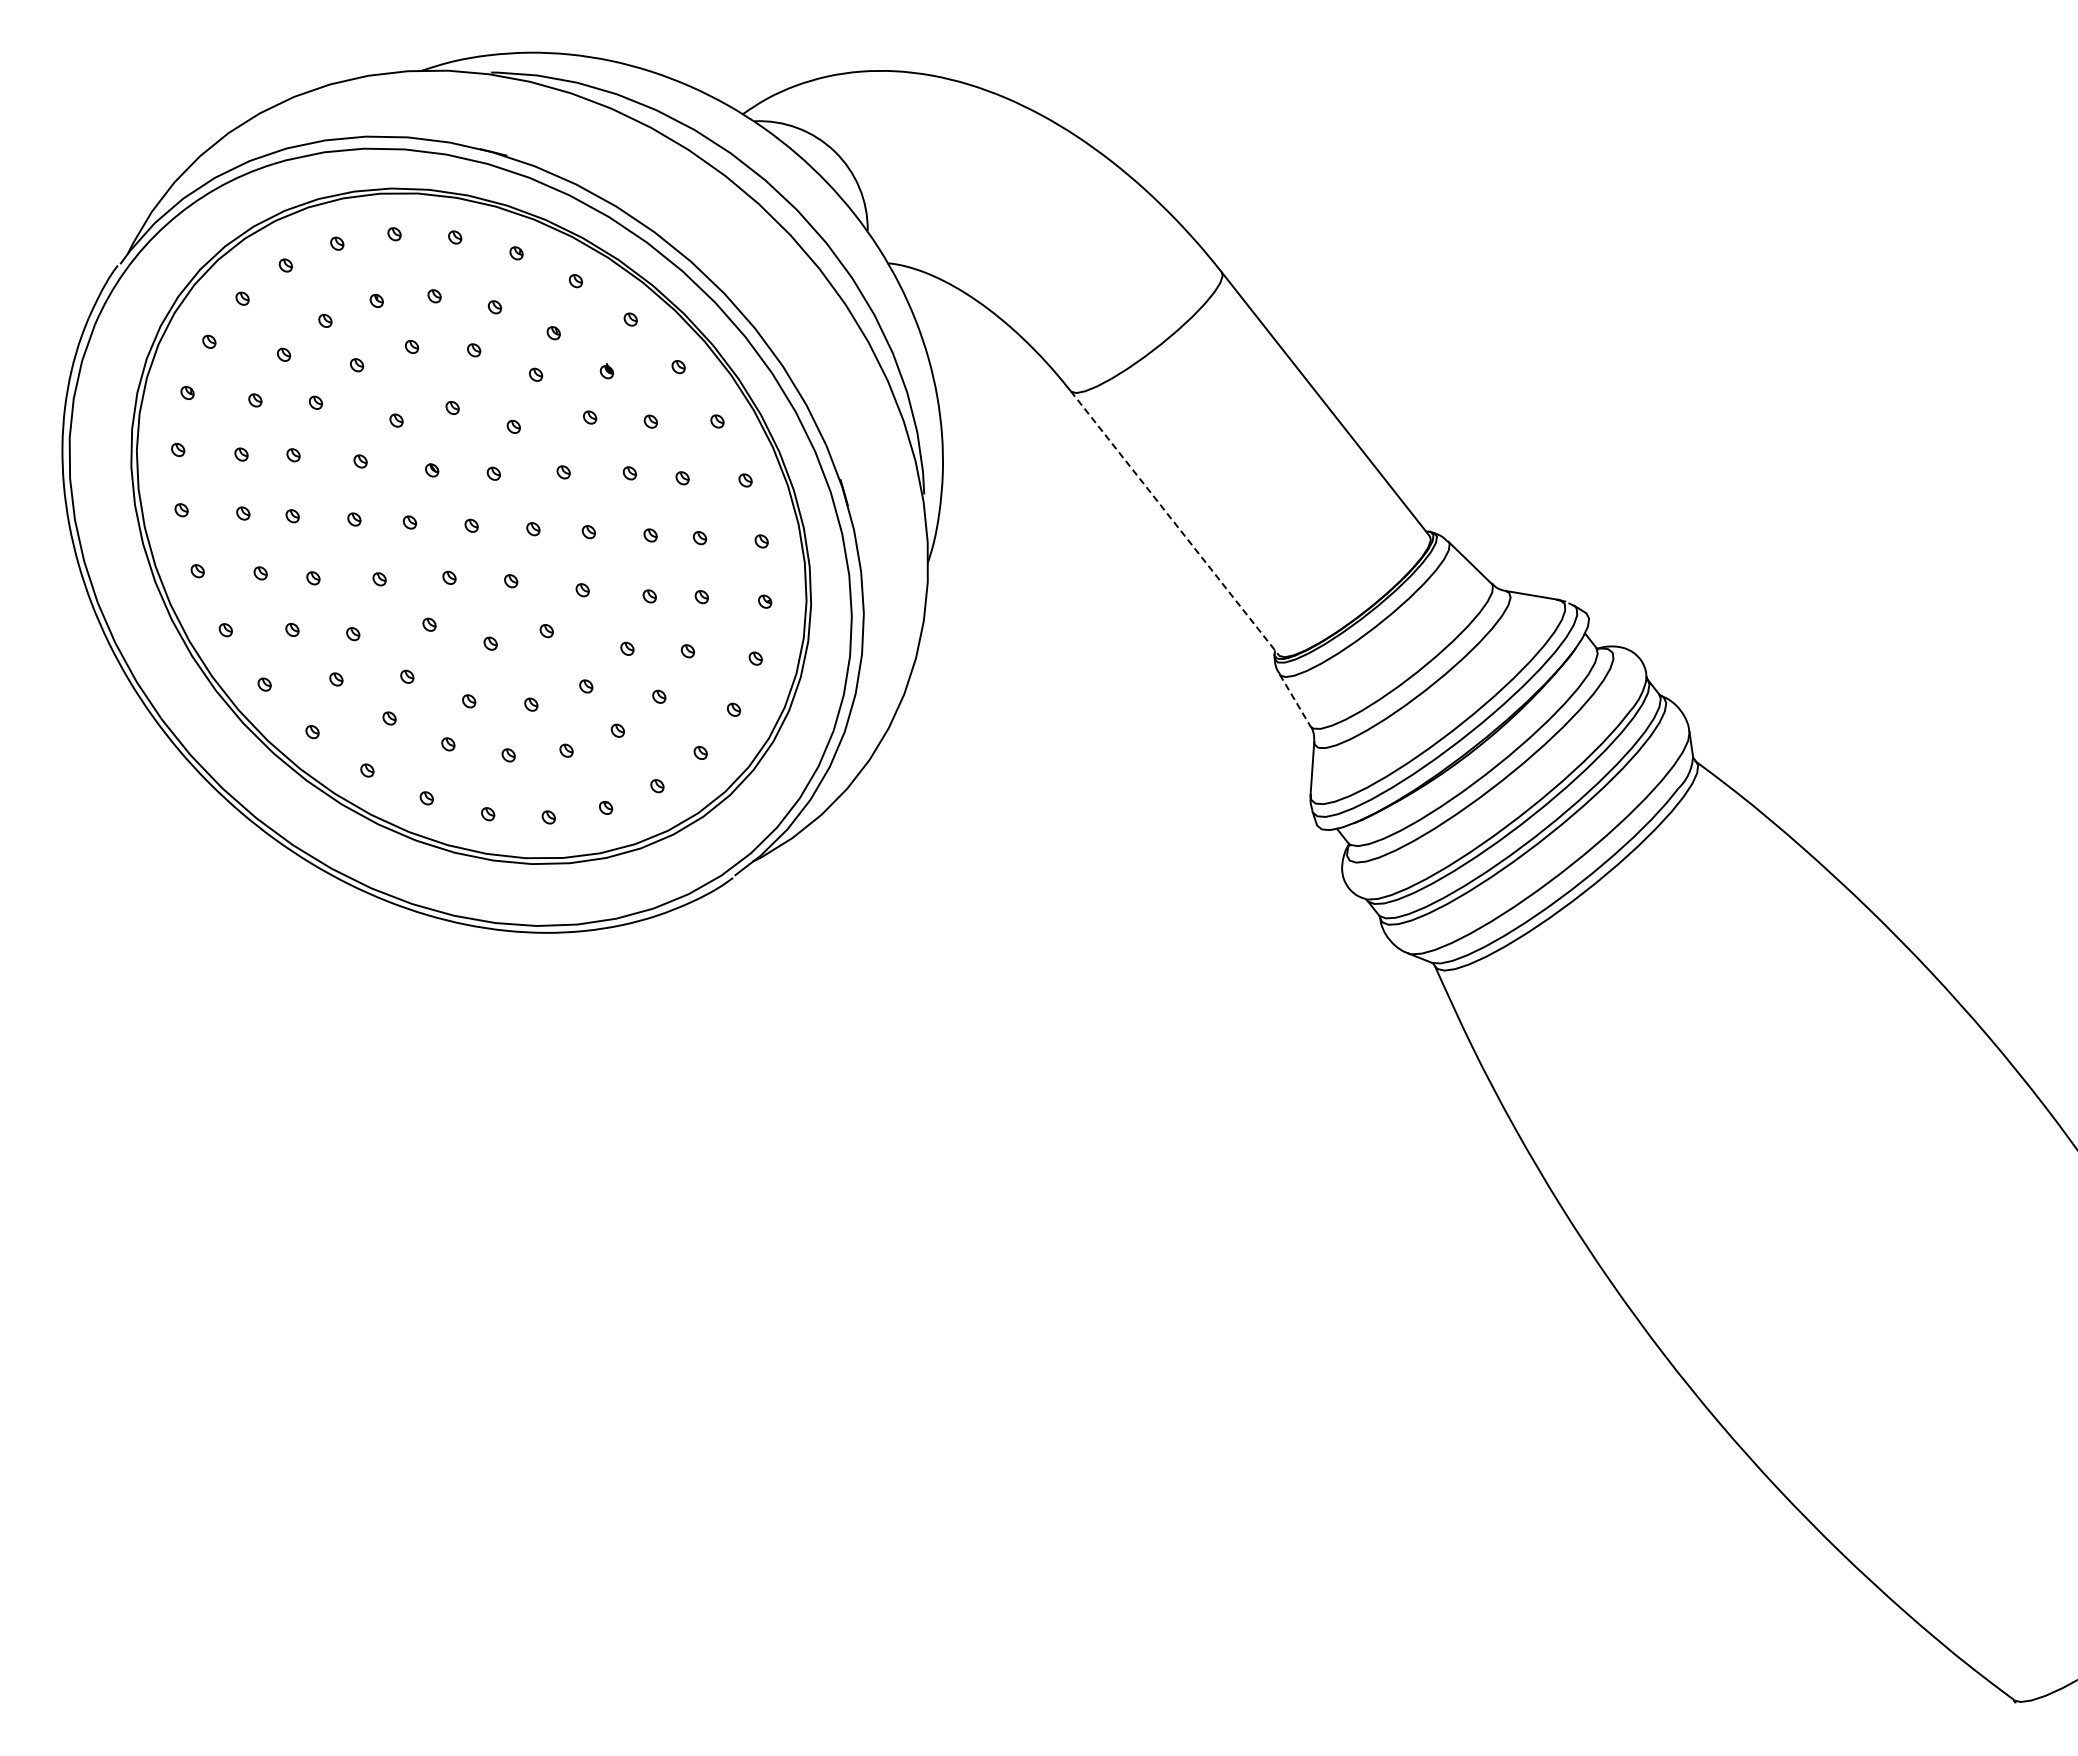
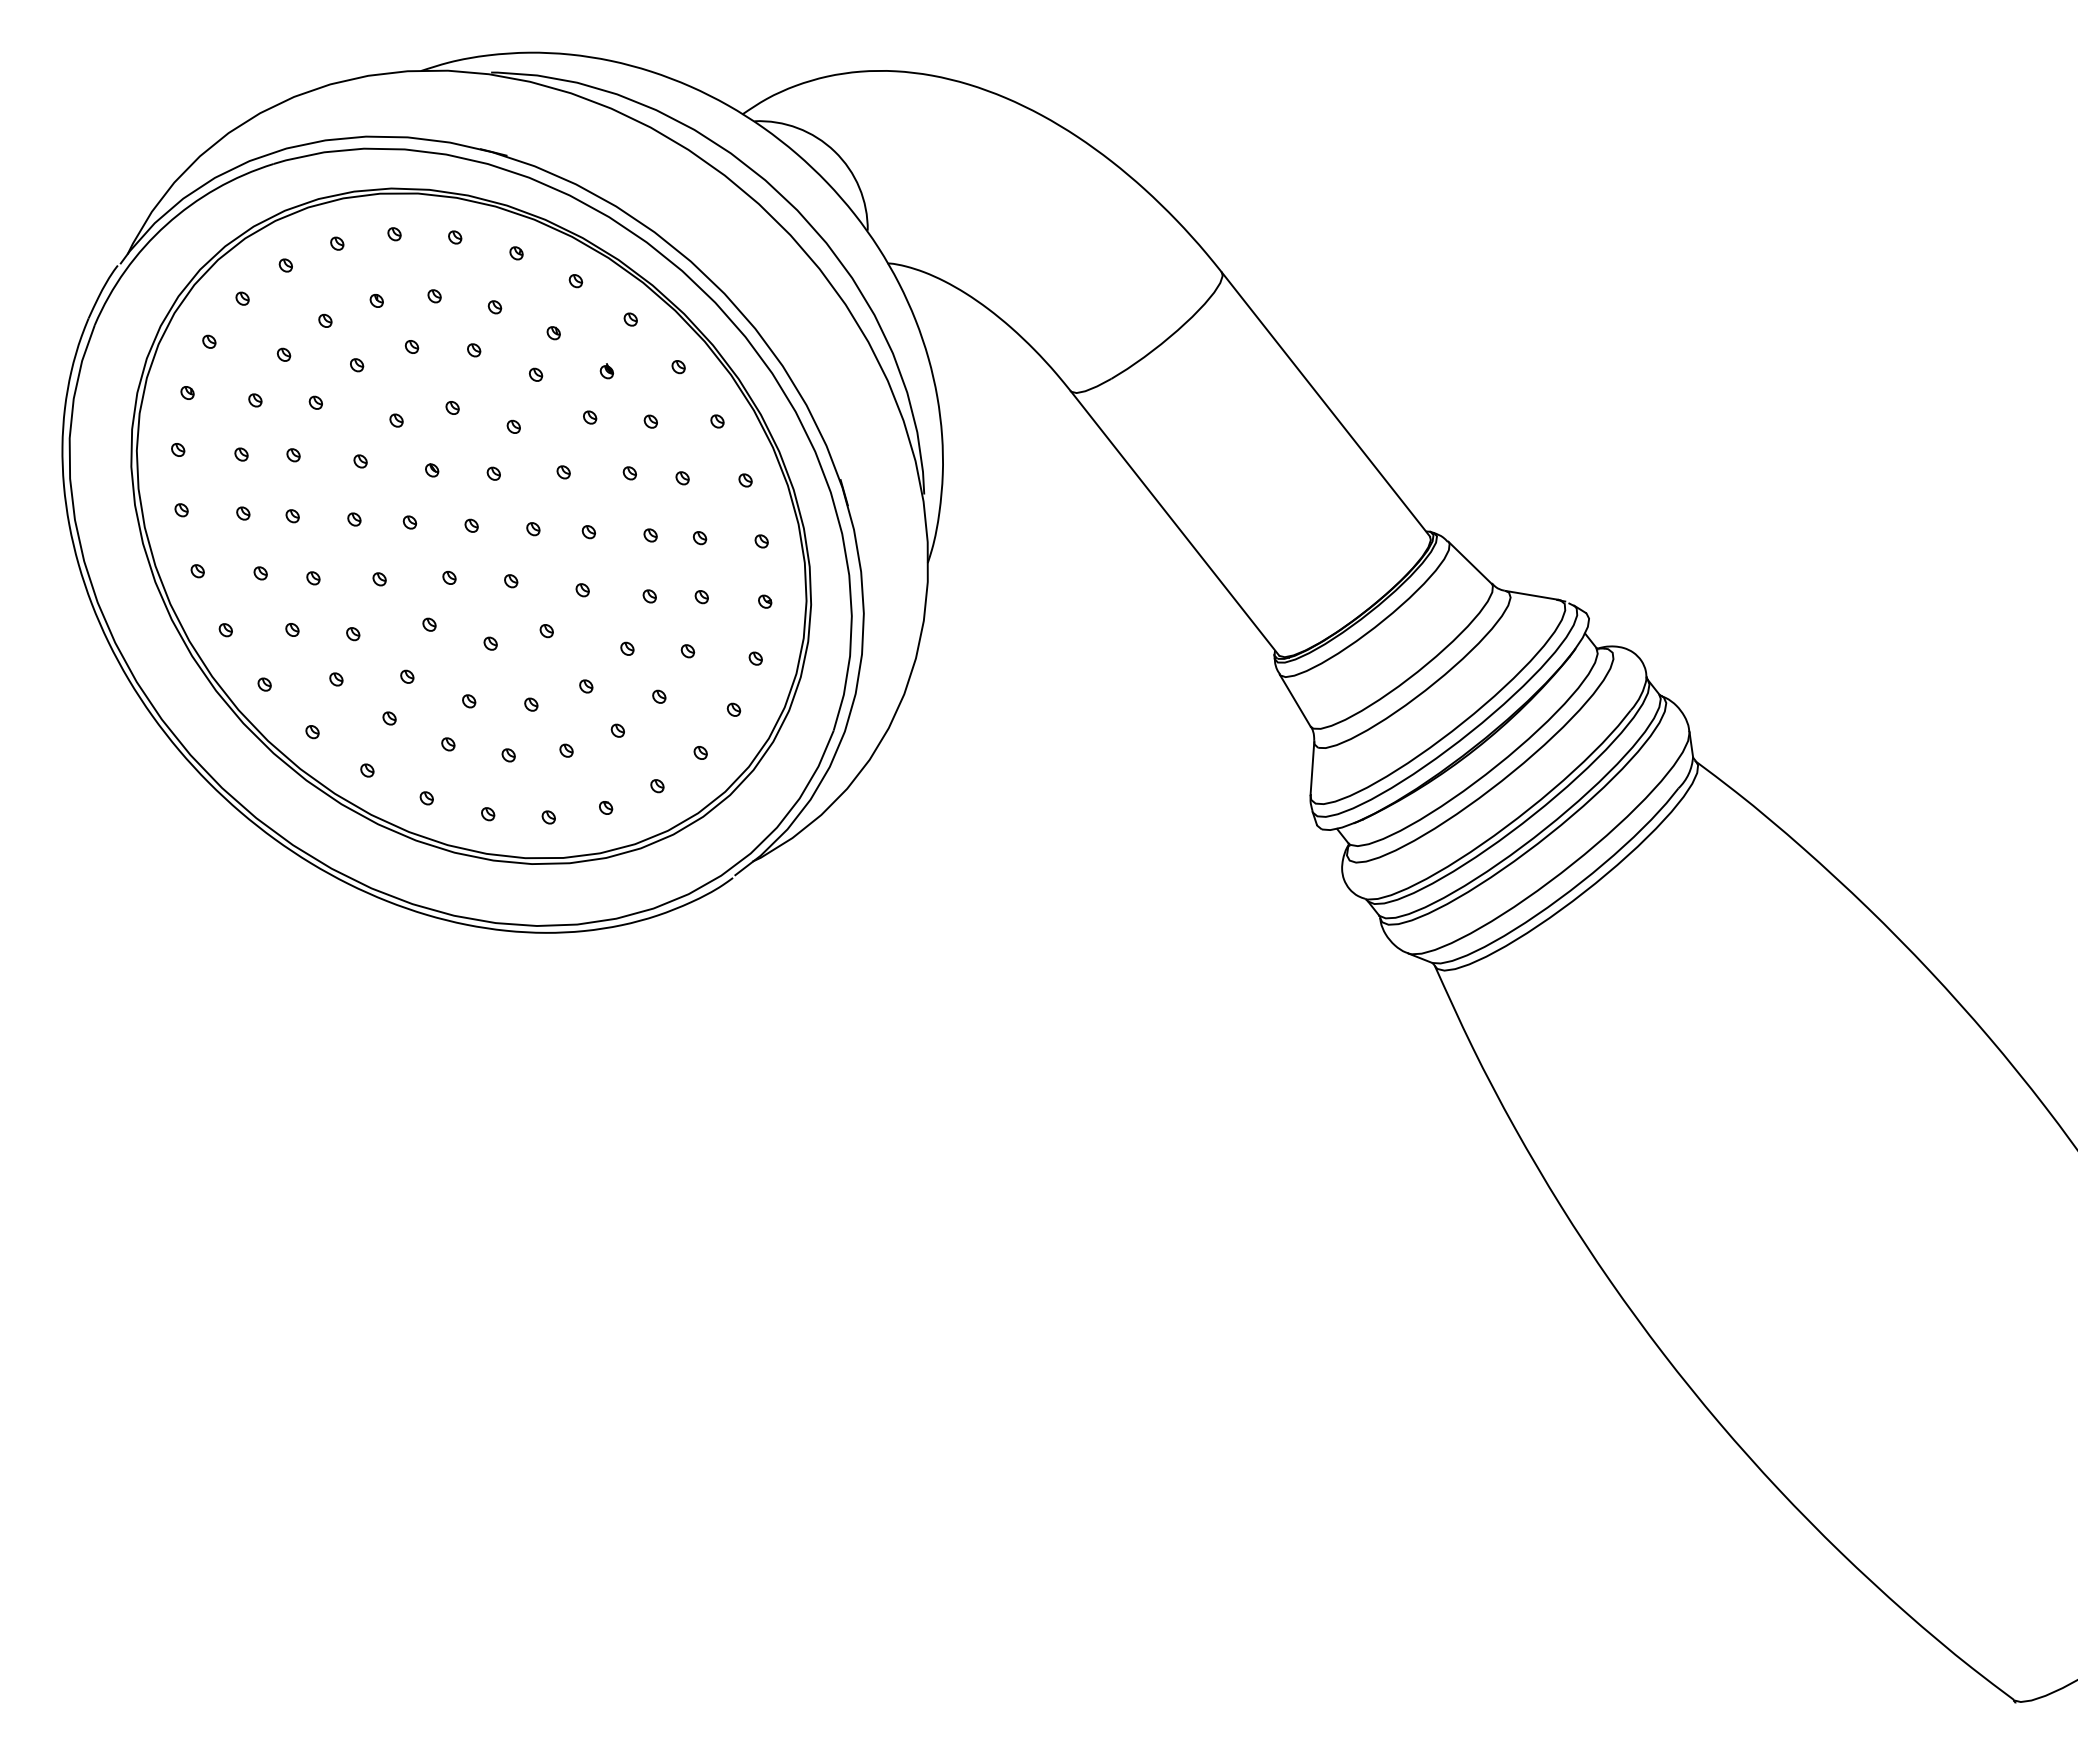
line at (1175, 523): dashed -> solid
line at (1295, 700): dashed -> solid
